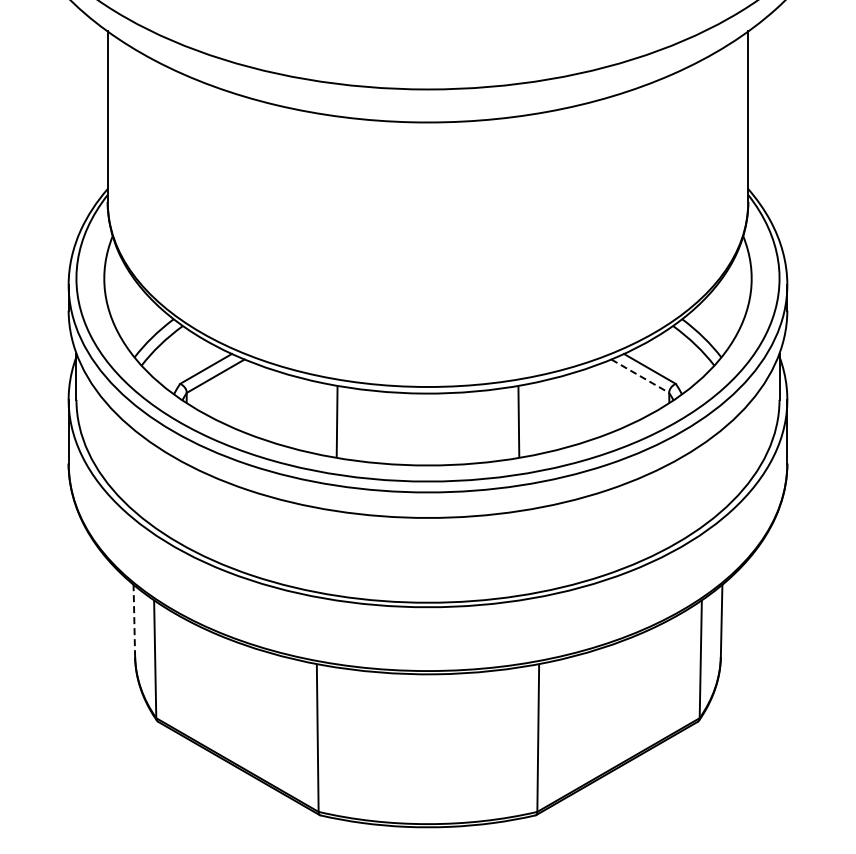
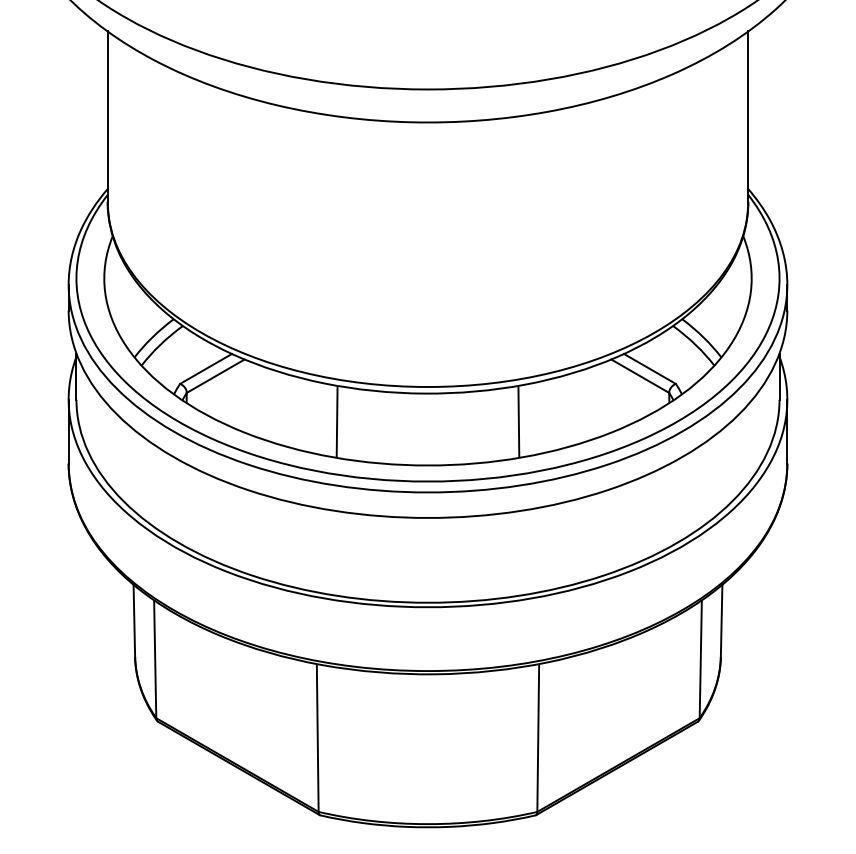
line at (640, 376): dashed -> solid
line at (134, 620): dashed -> solid
